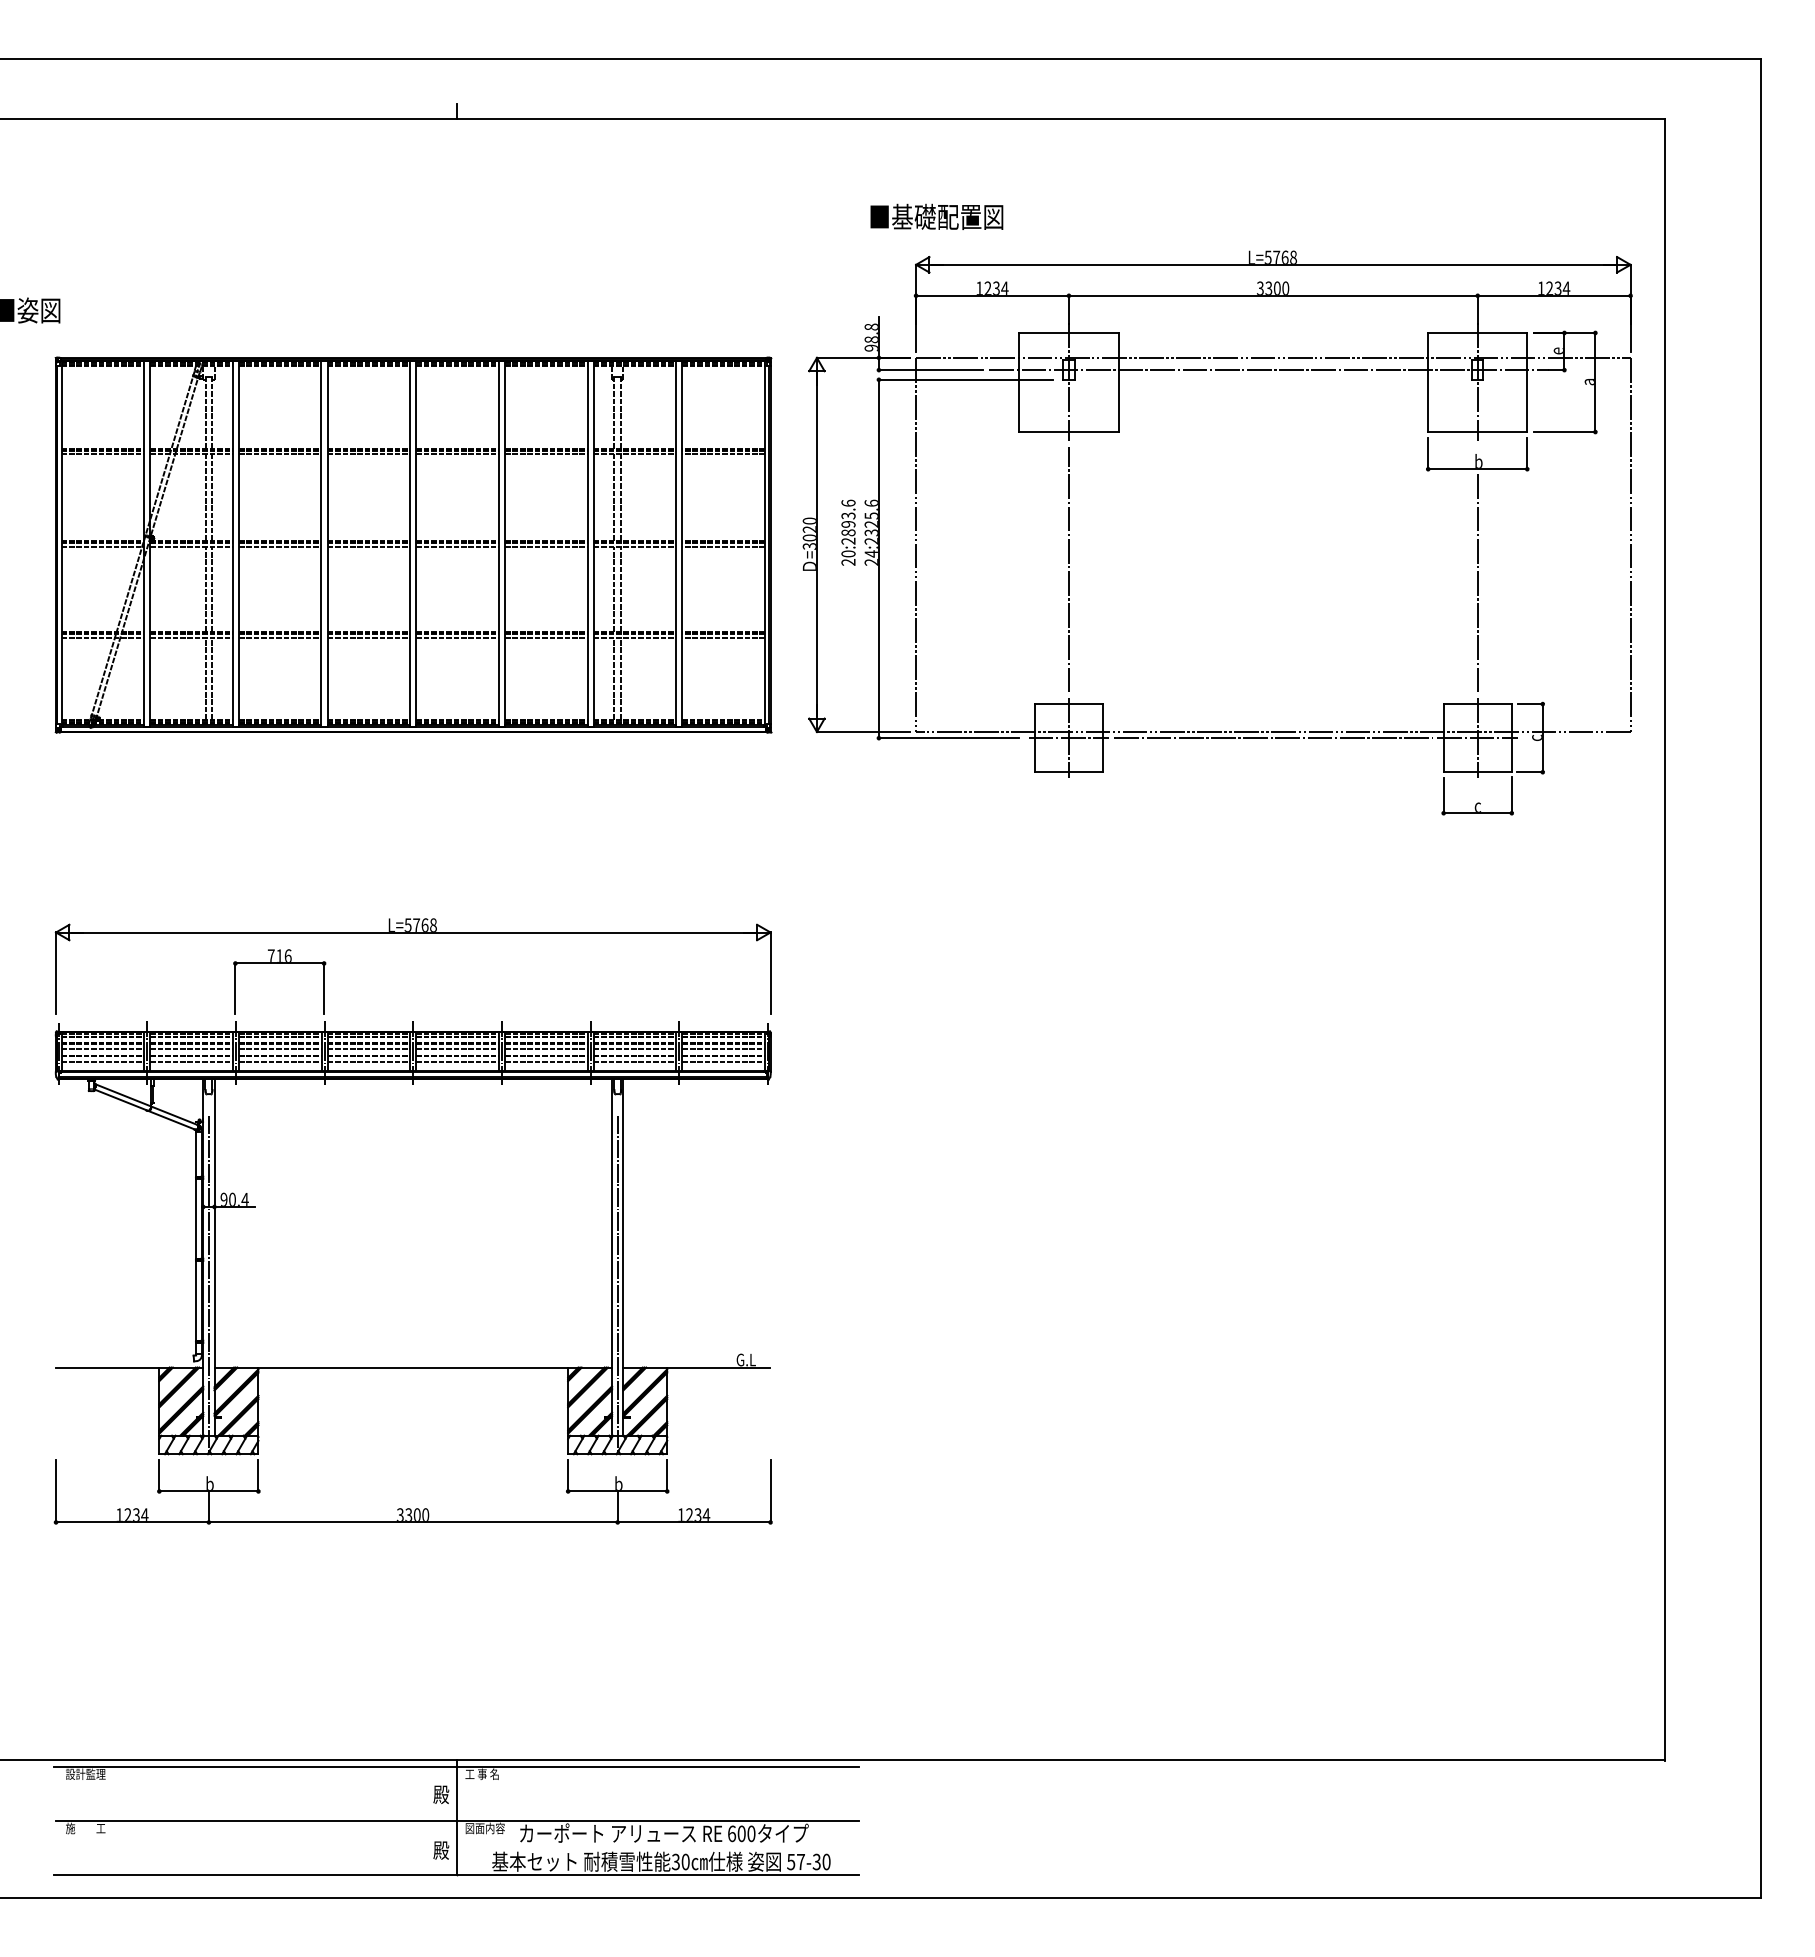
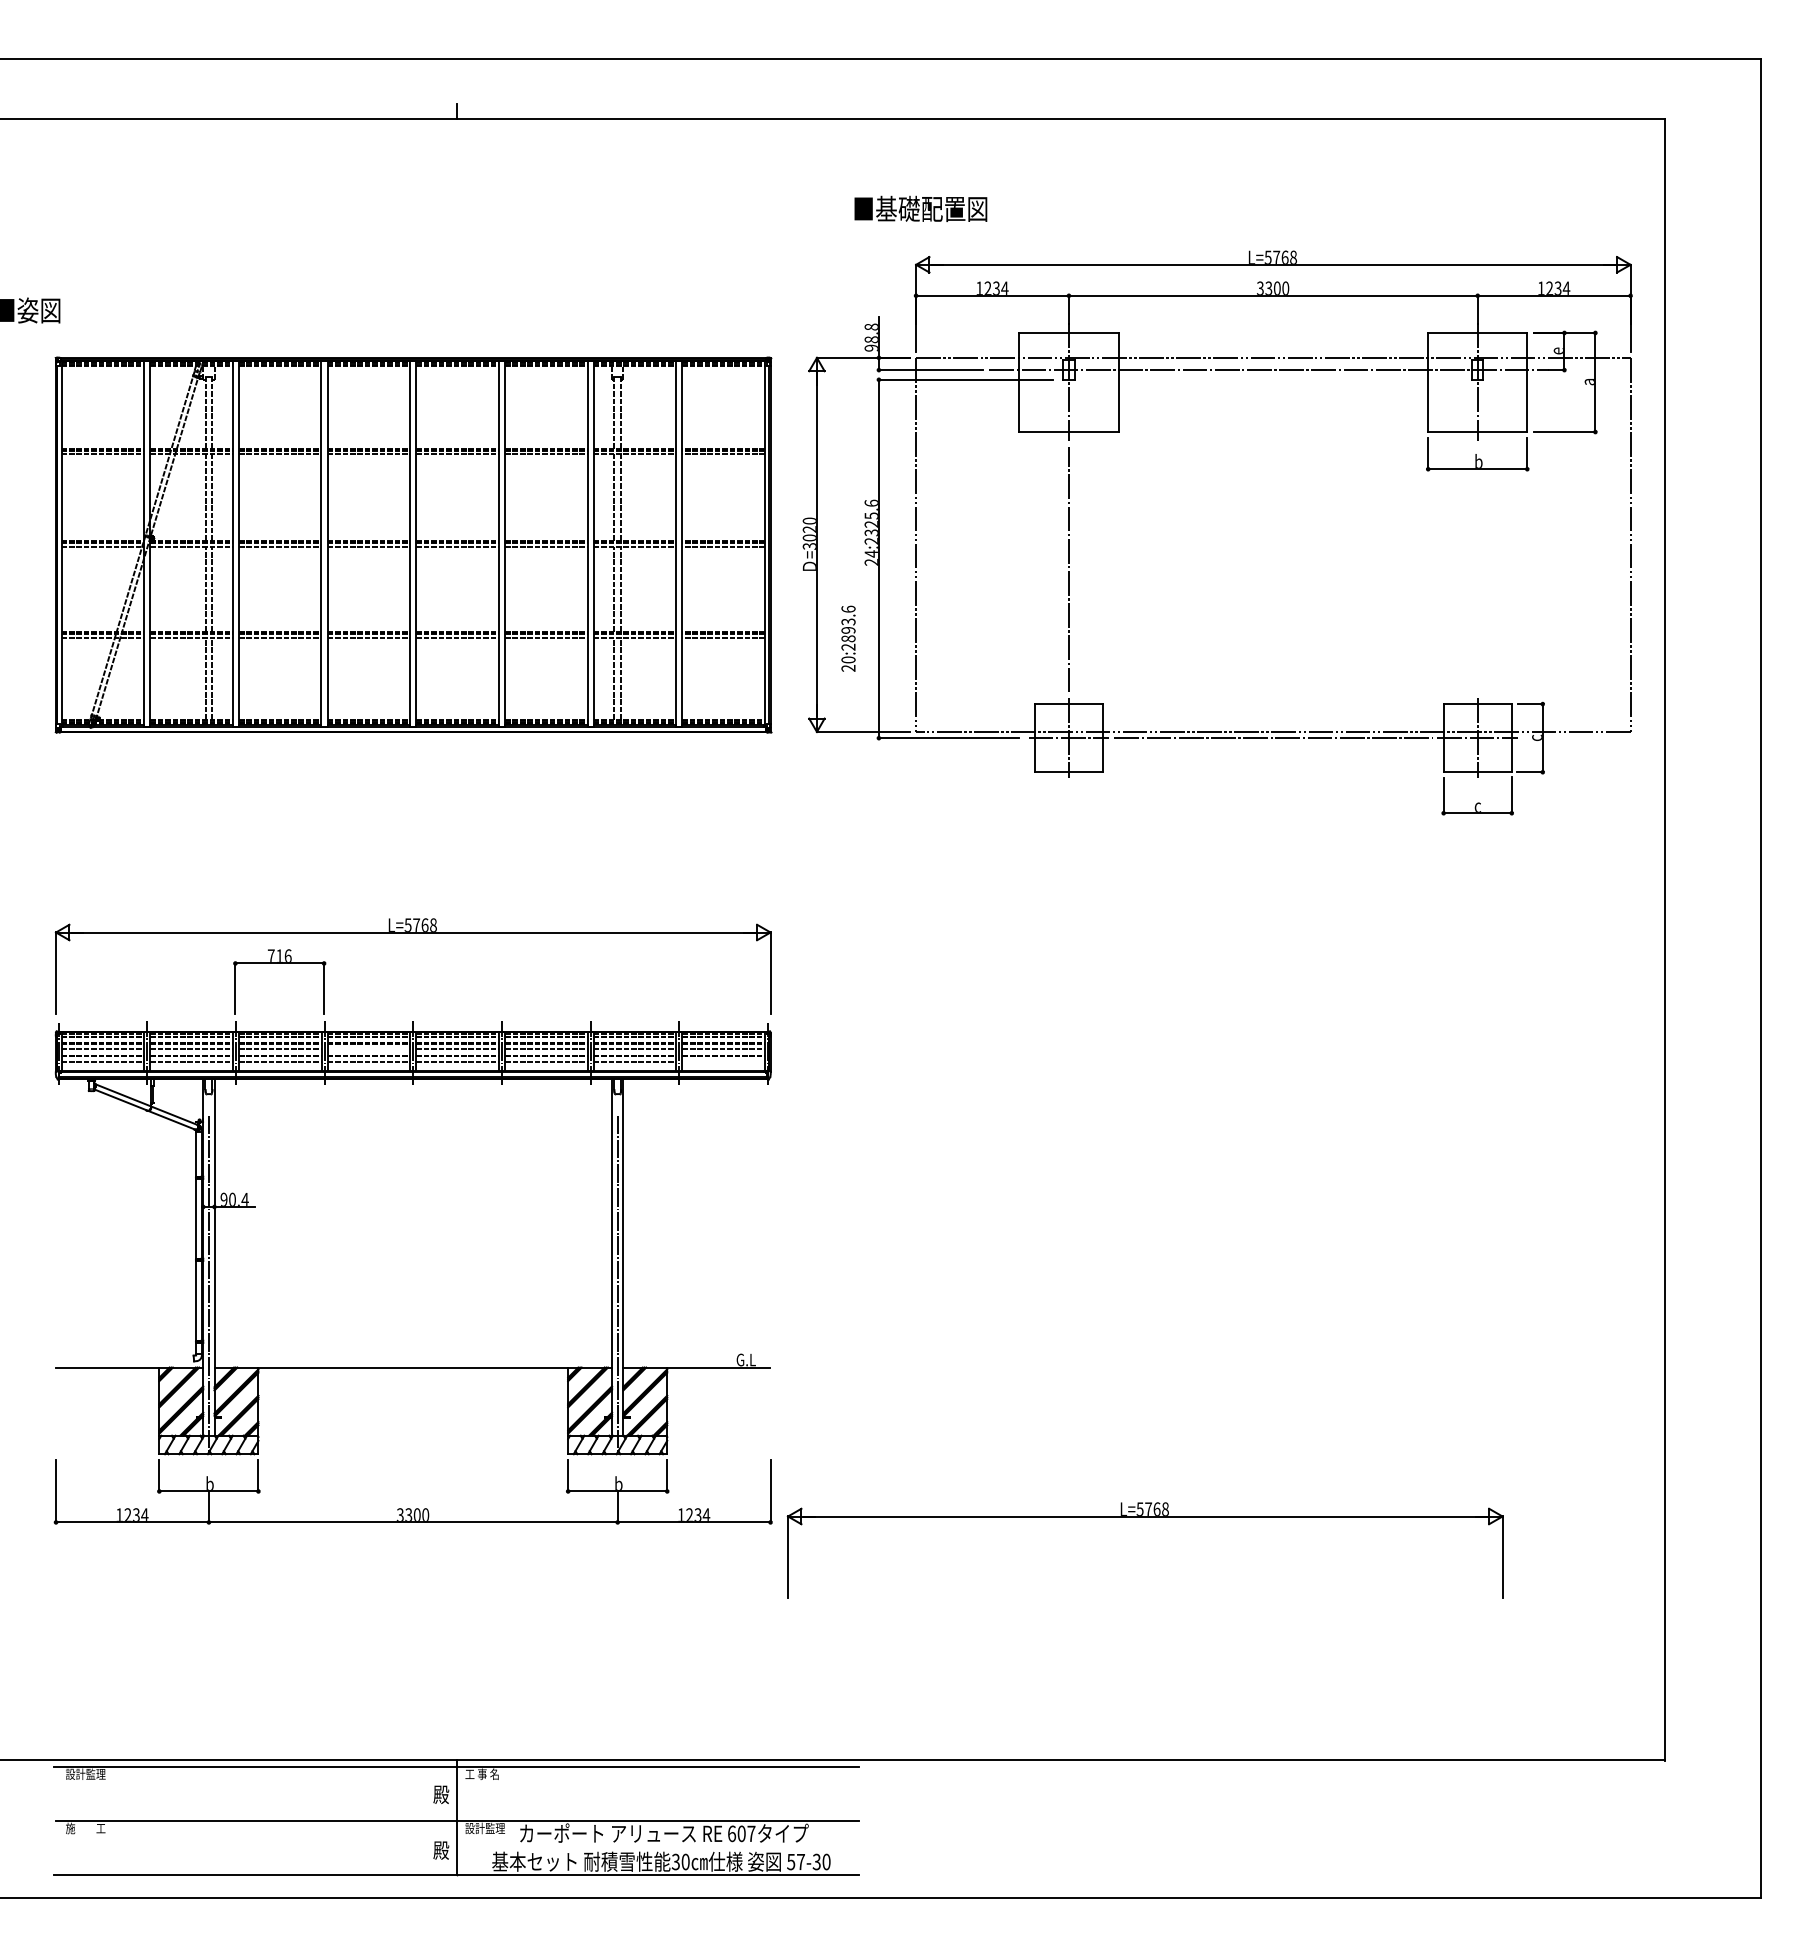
text at (936, 216) position: (936, 216) -> (920, 208)
text at (848, 532) position: (848, 532) -> (848, 638)
line at (1477, 582): present -> none
line at (368, 1049): present -> none
line at (723, 1061): present -> none
part at (1144, 1517): none -> present
text at (485, 1828): 図面内容 -> 設計監理
text at (751, 1833): 600 -> 607
